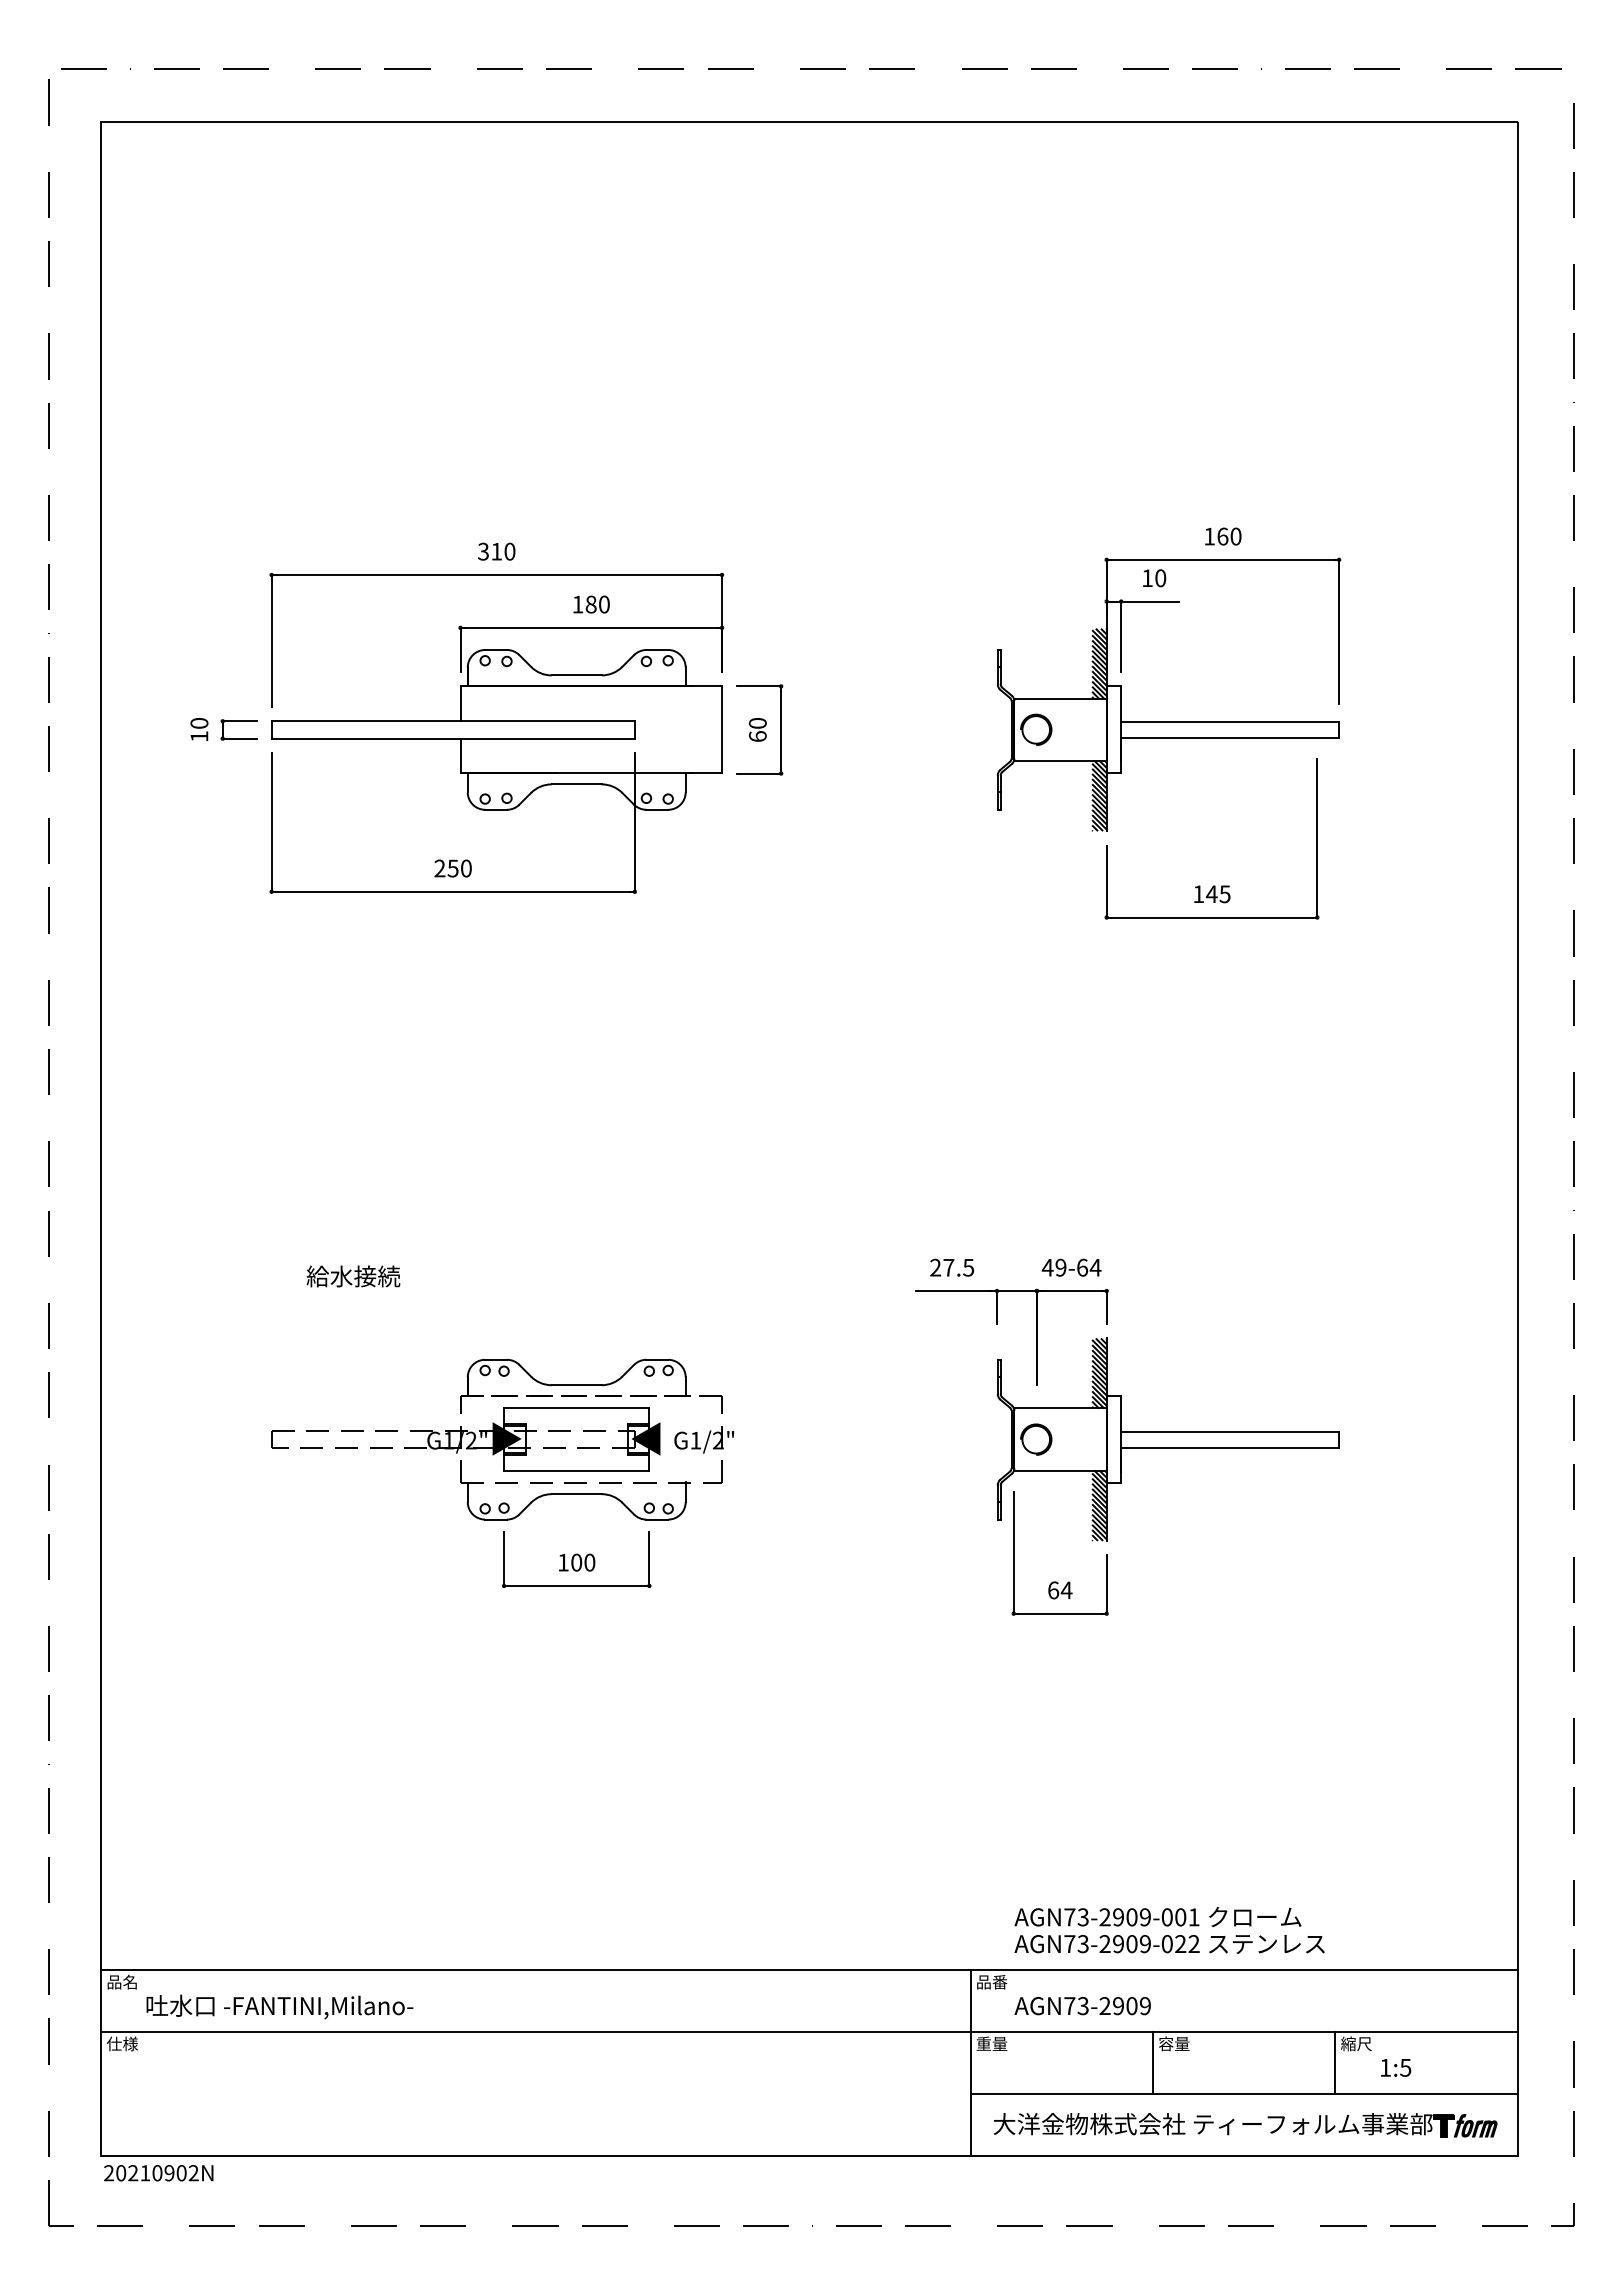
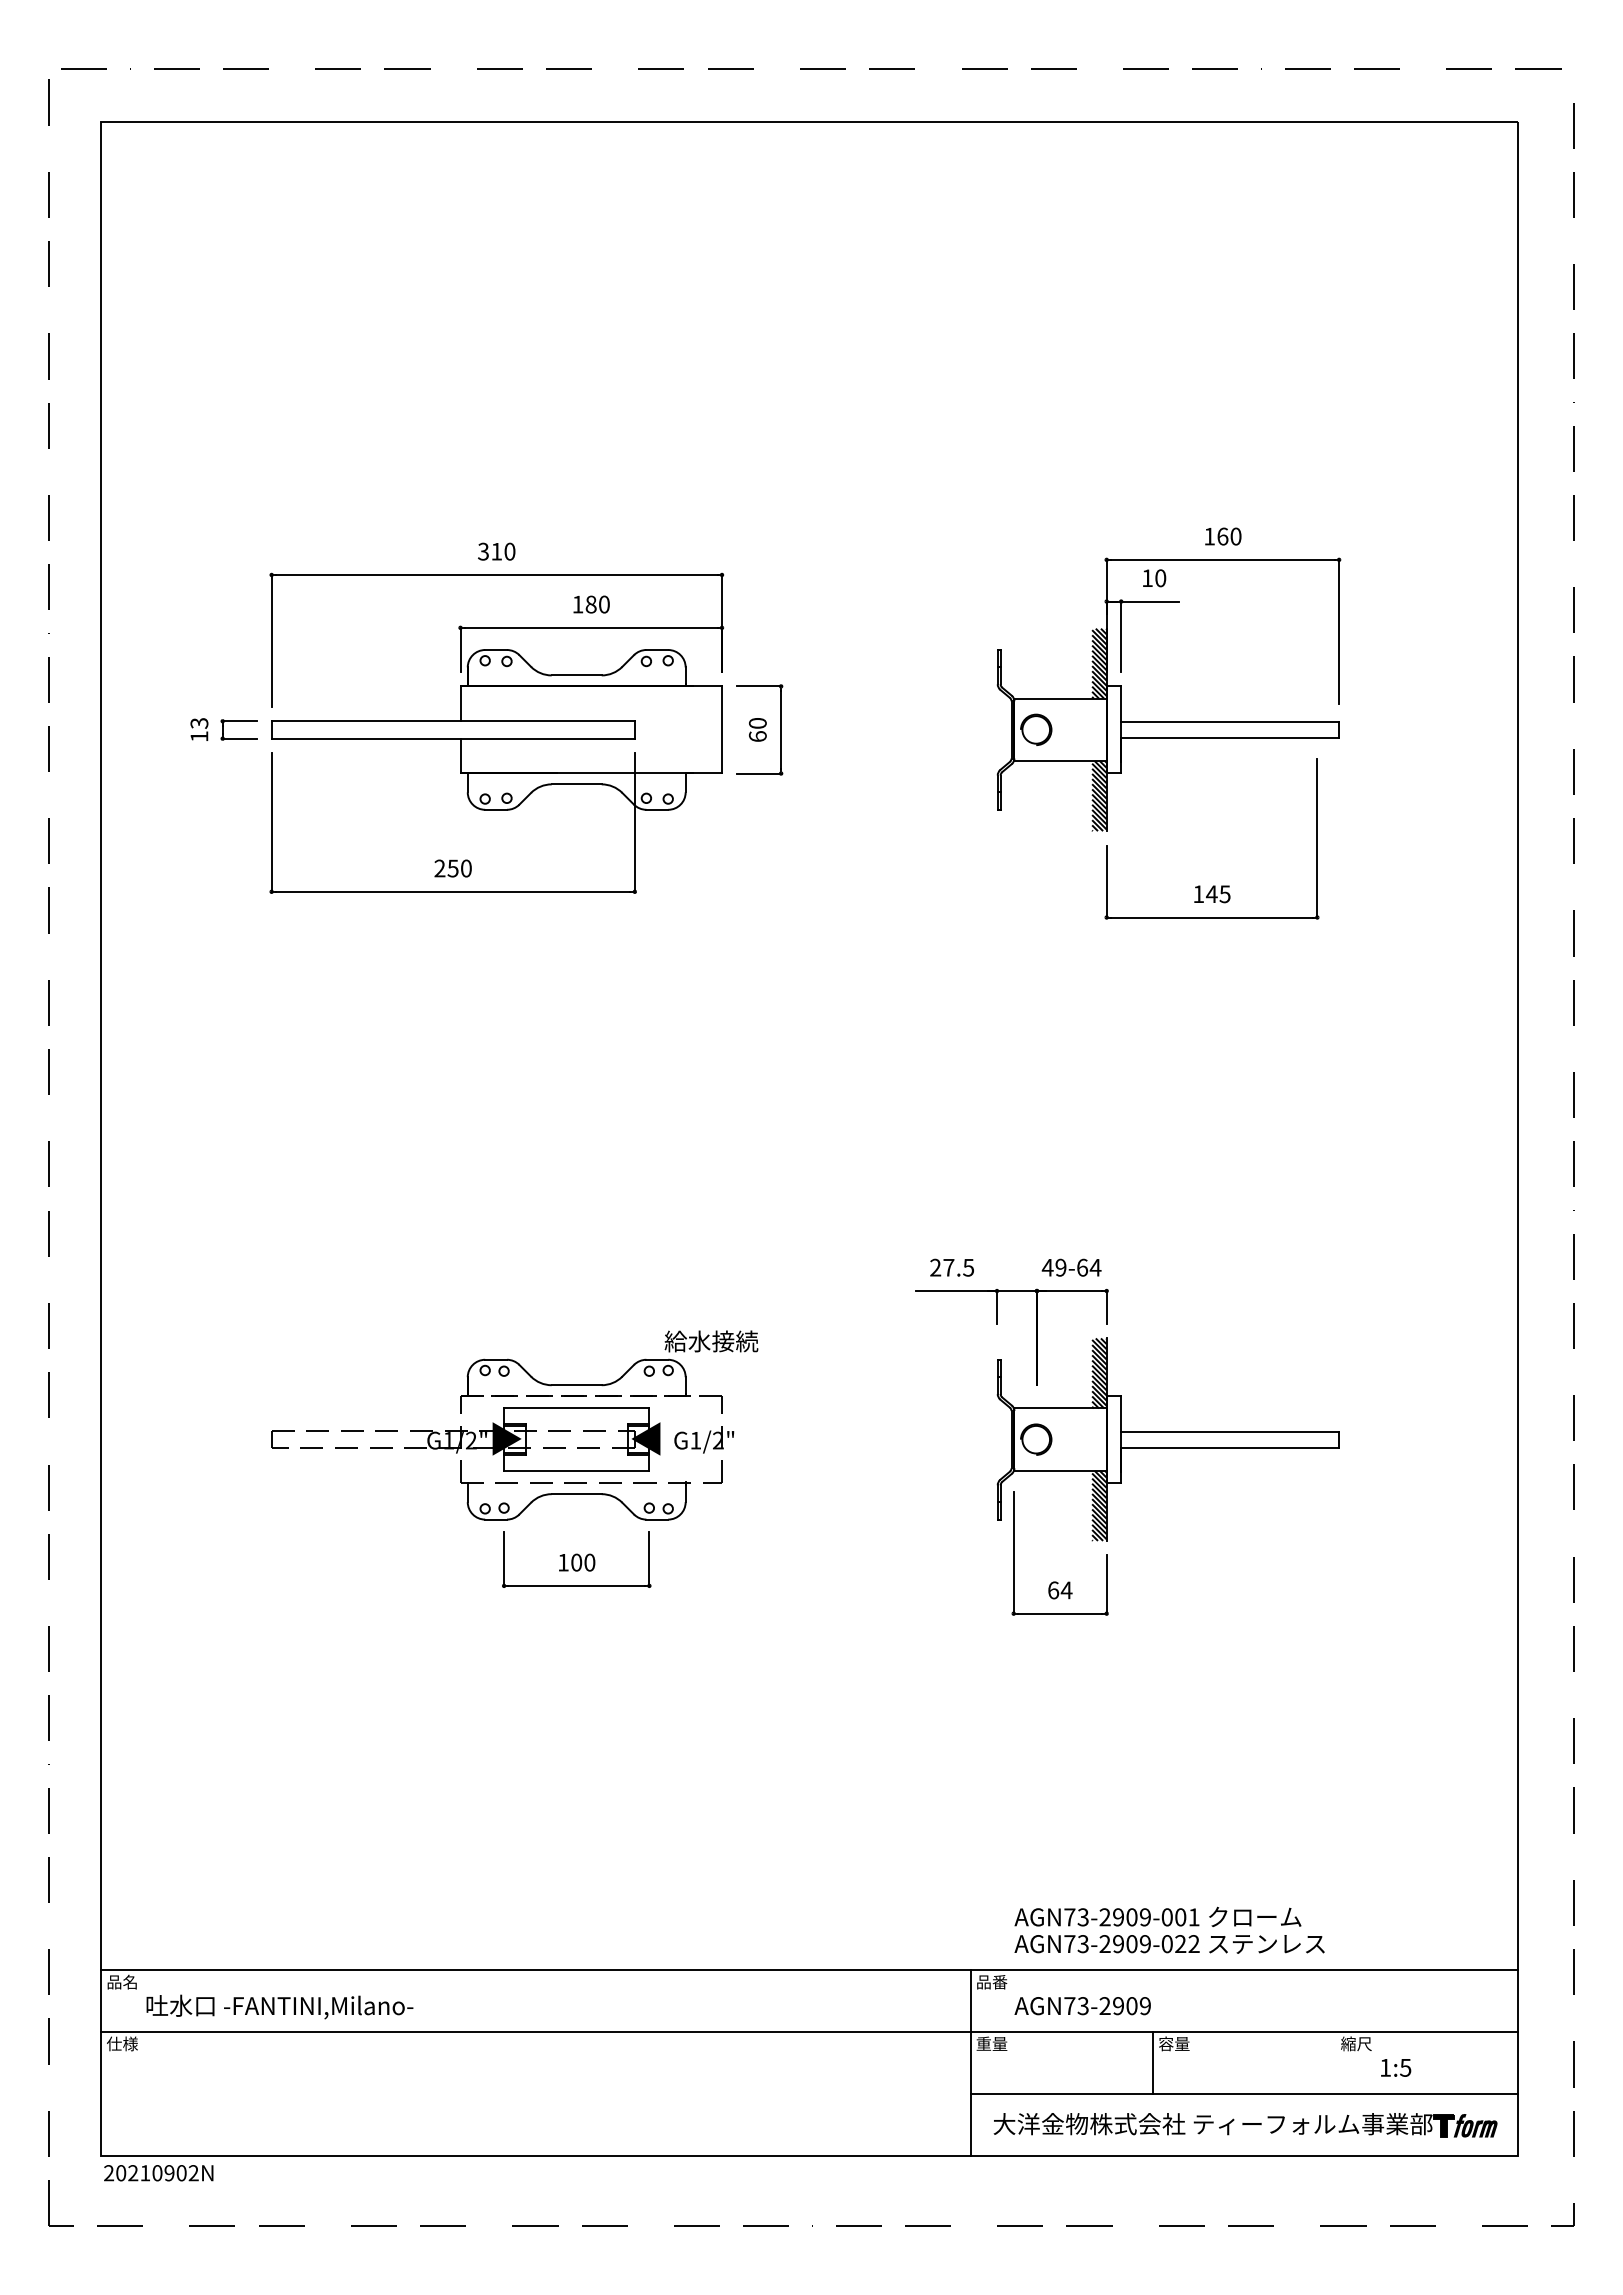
text at (199, 723): 10 -> 13
text at (353, 1276) position: (353, 1276) -> (711, 1341)
line at (1335, 2062): present -> none
